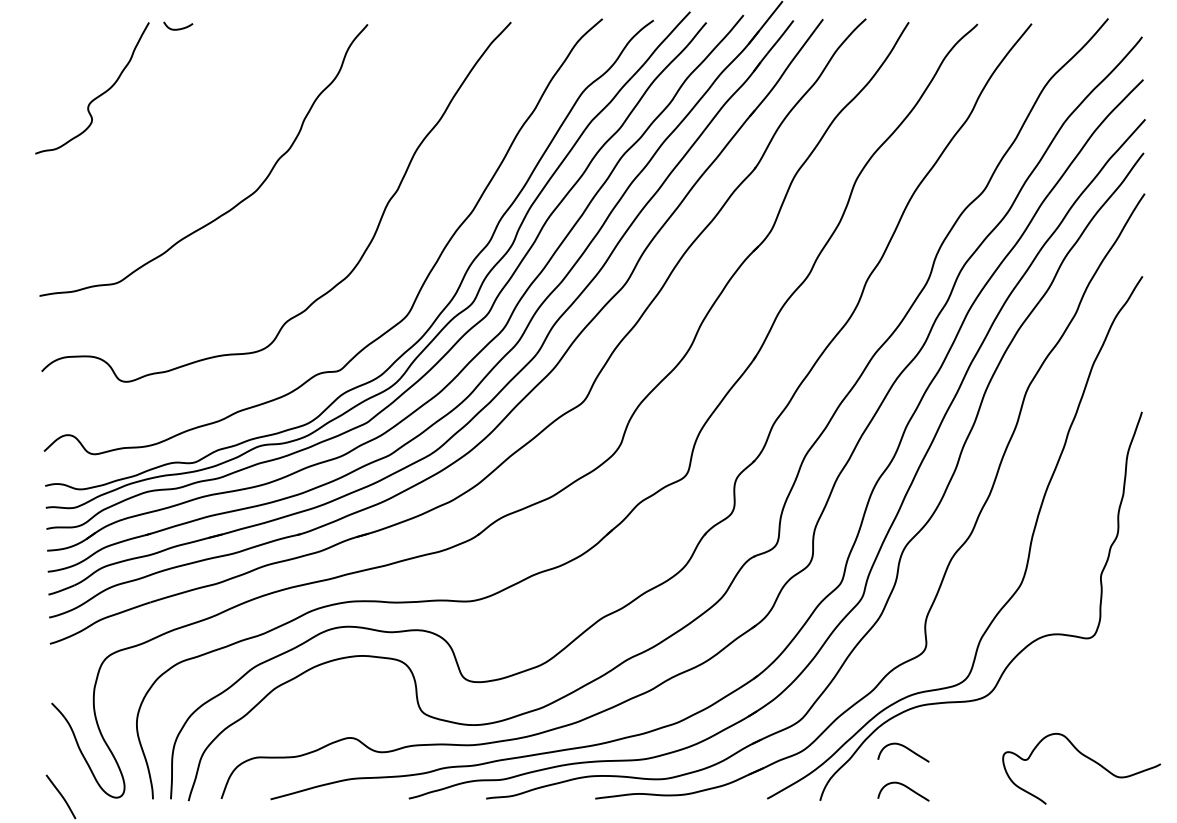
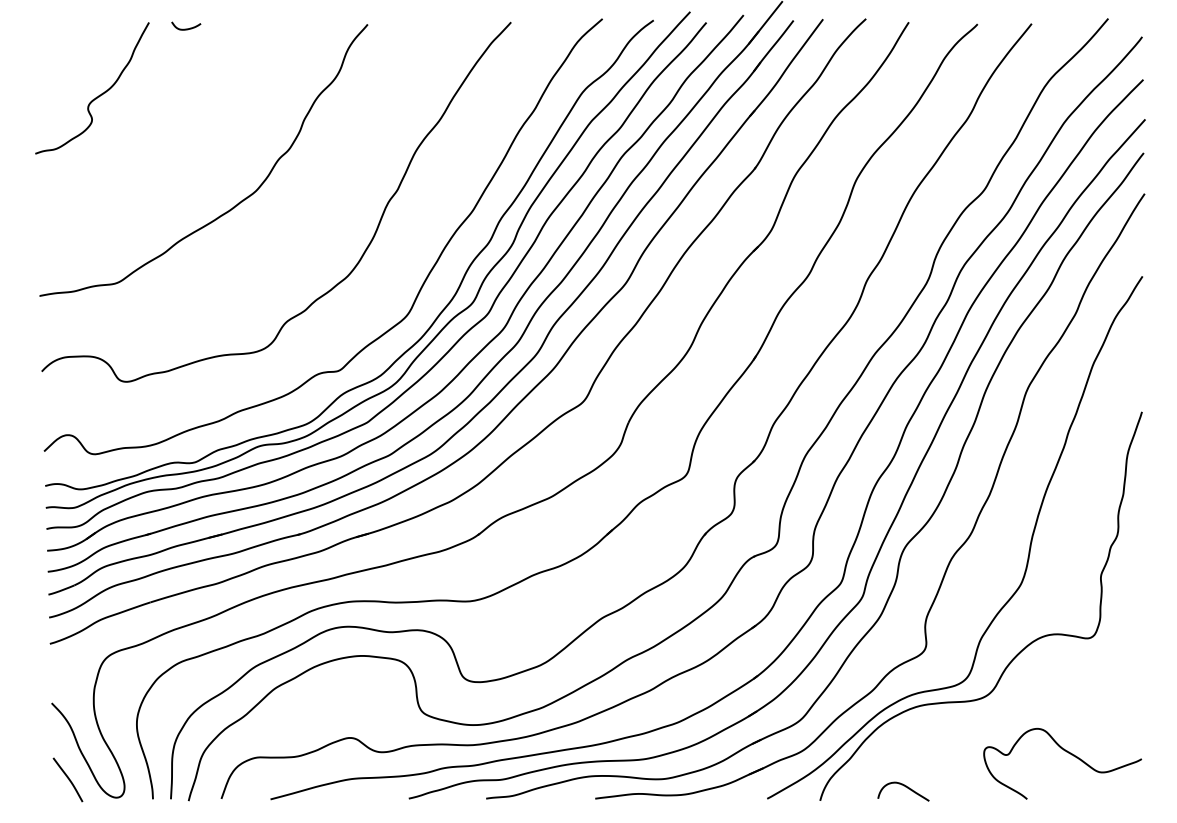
curve at (178, 28) position: (178, 28) -> (186, 28)
curve at (905, 748): present -> none
curve at (1087, 758) position: (1087, 758) -> (1068, 753)
curve at (60, 795) position: (60, 795) -> (67, 778)
